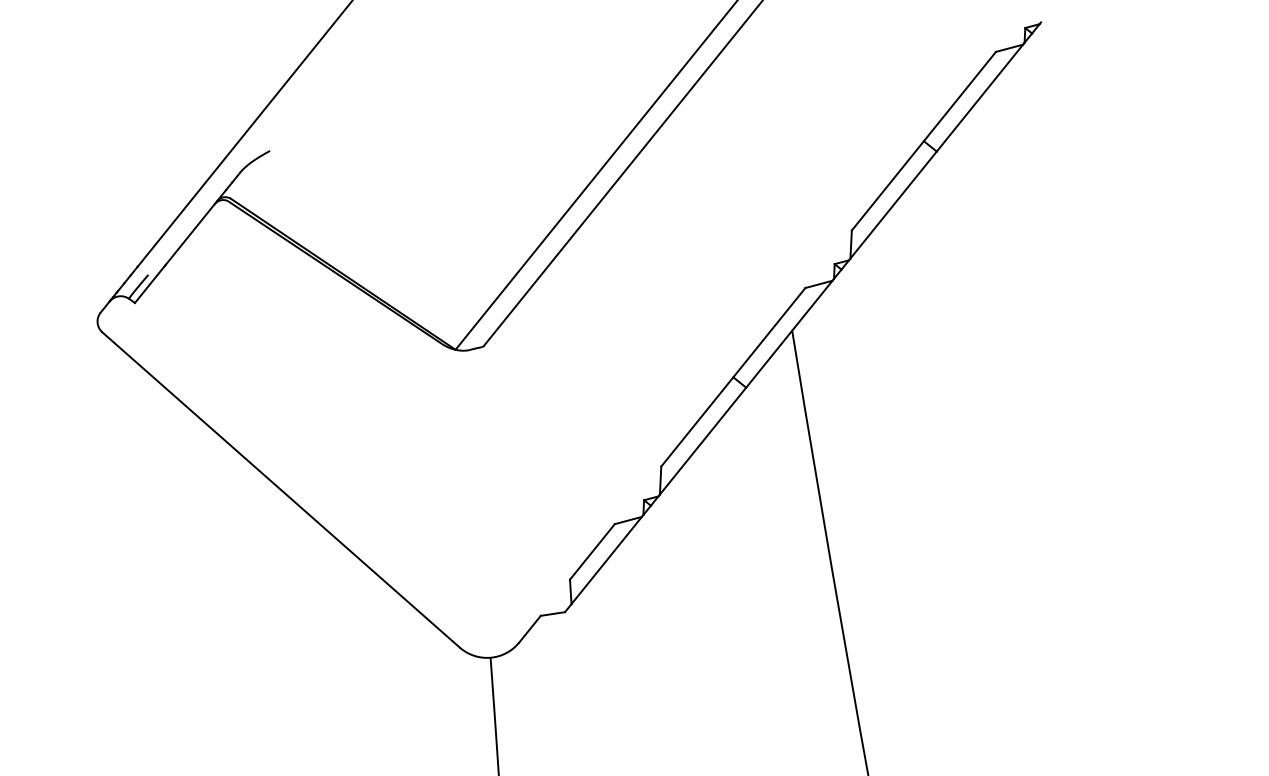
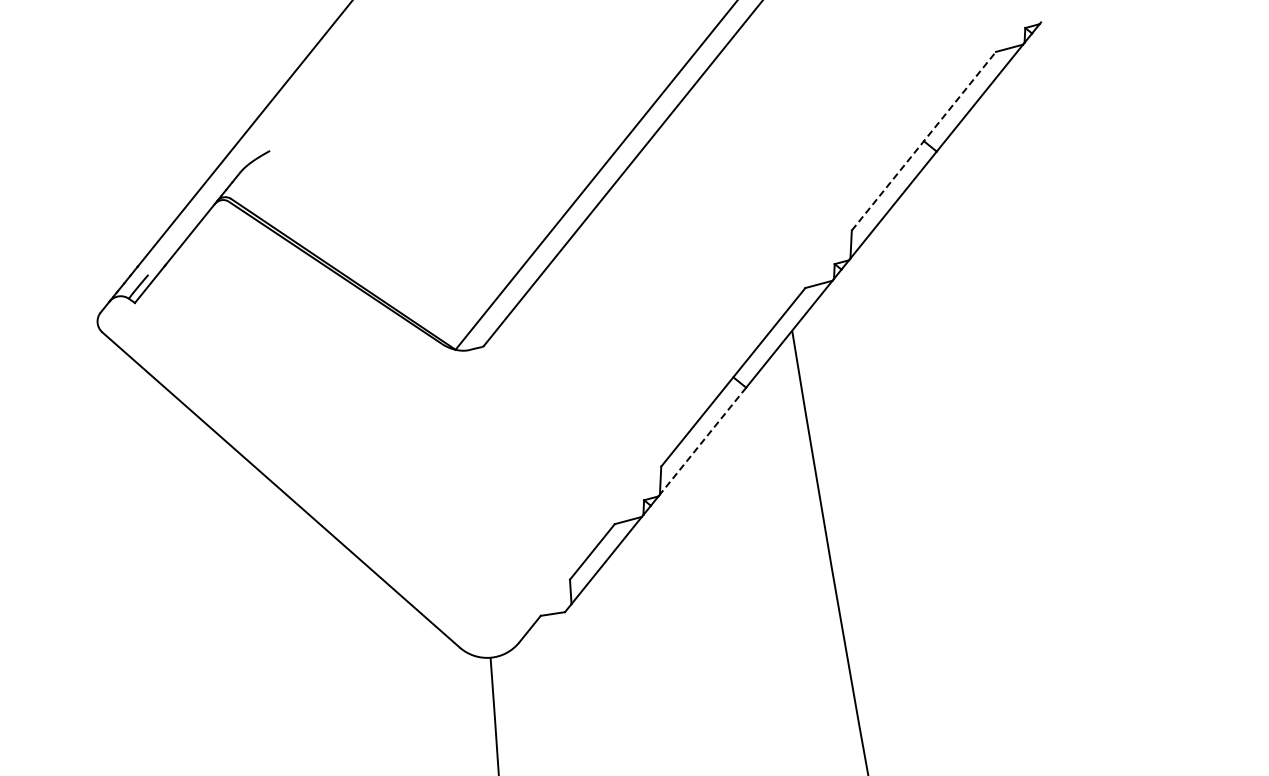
line at (923, 141): solid -> dashed
line at (703, 441): solid -> dashed
